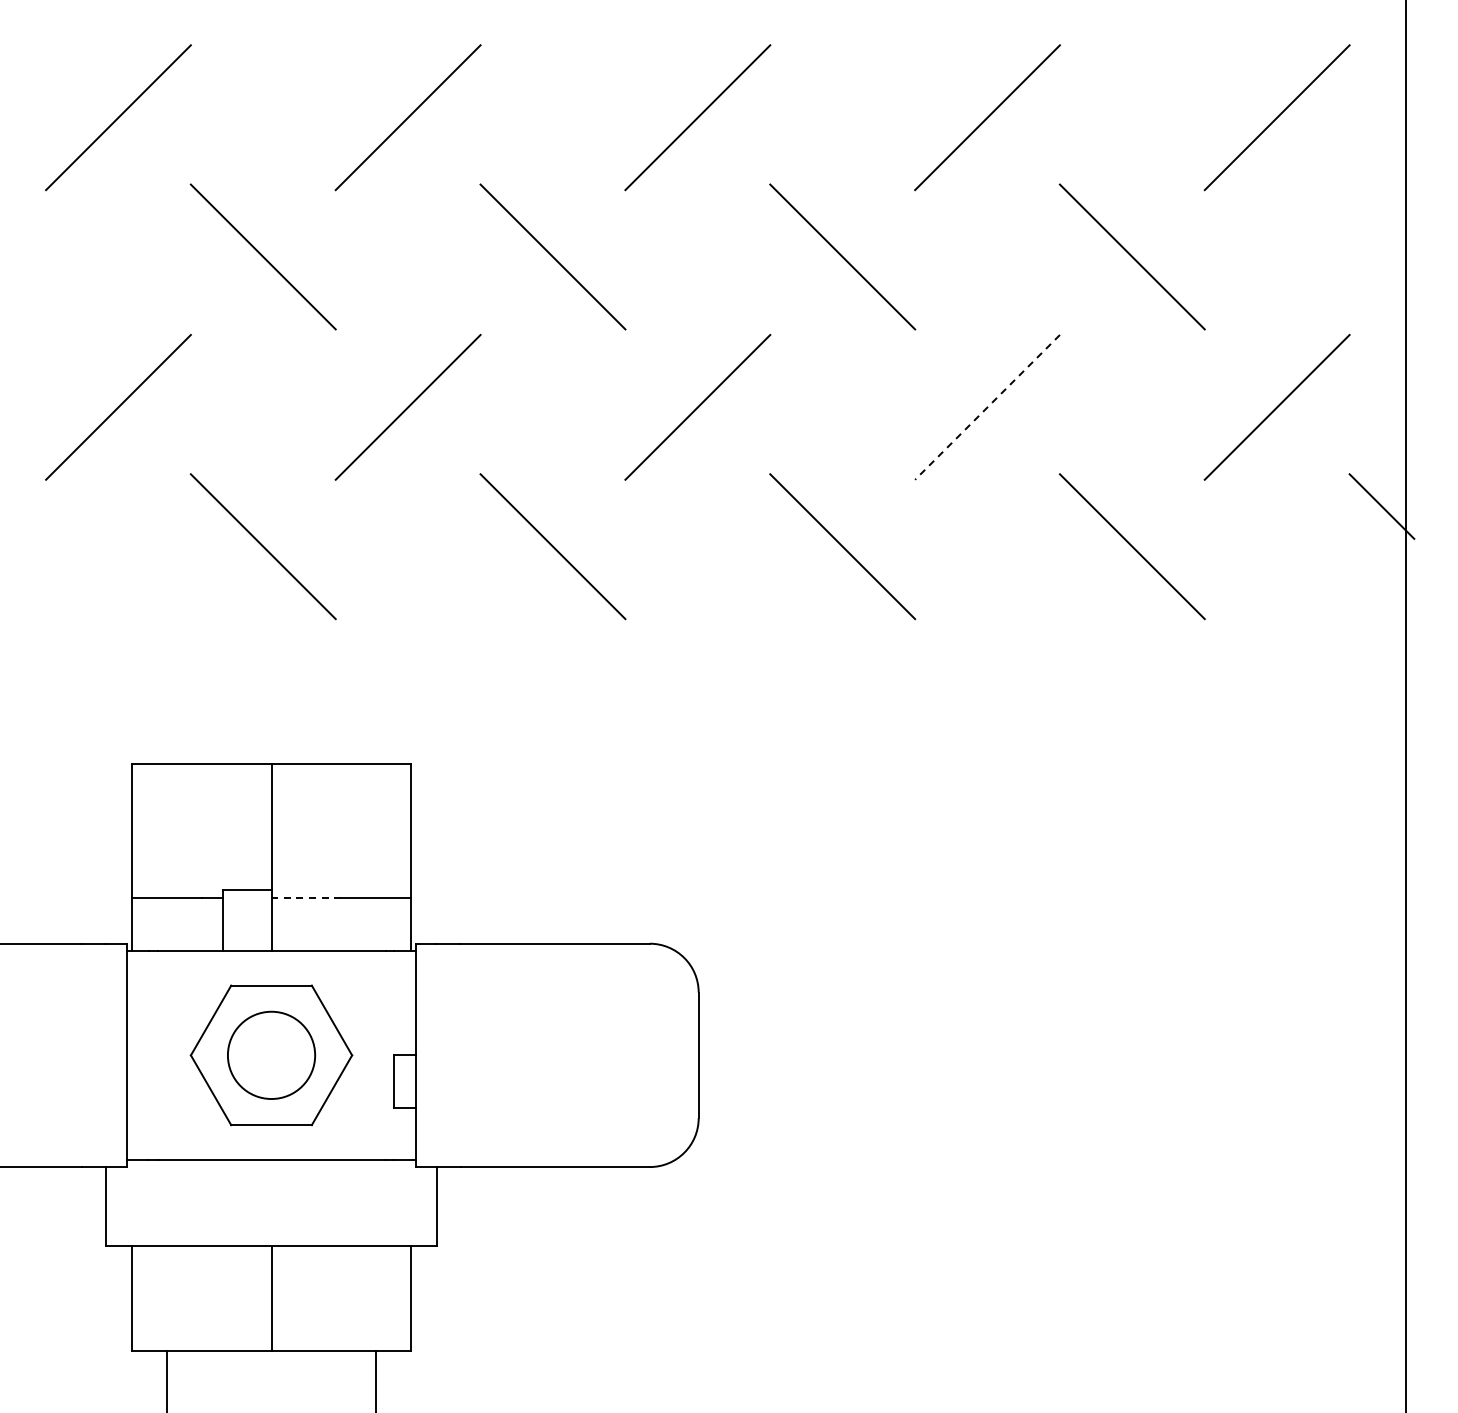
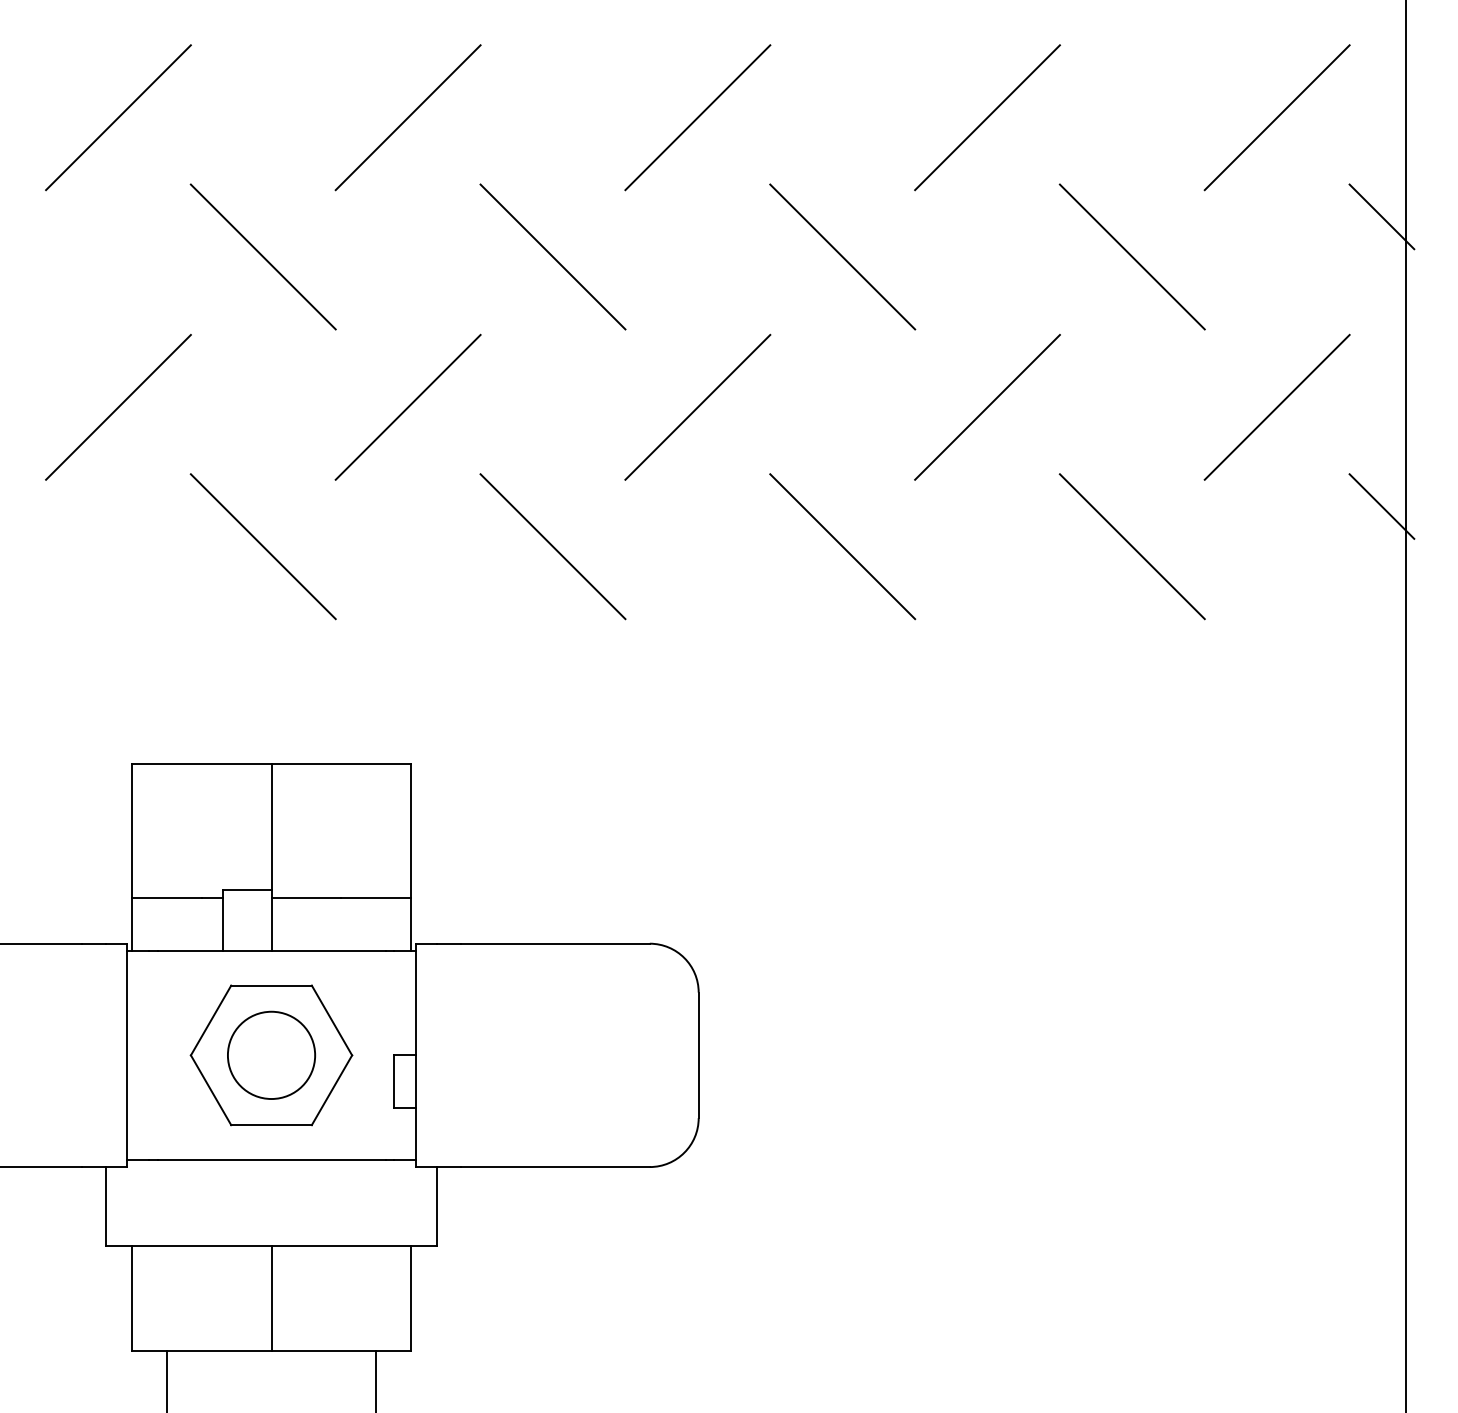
line at (1381, 216): none -> present
line at (987, 407): dashed -> solid
line at (306, 898): dashed -> solid
